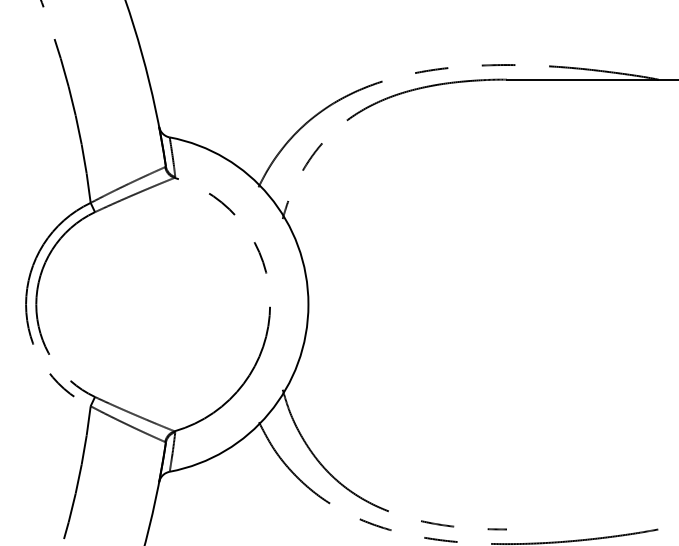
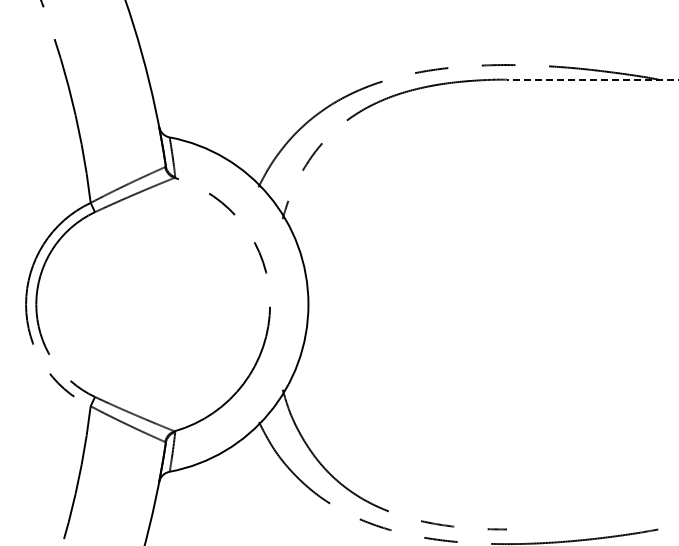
line at (592, 79): solid -> dashed
